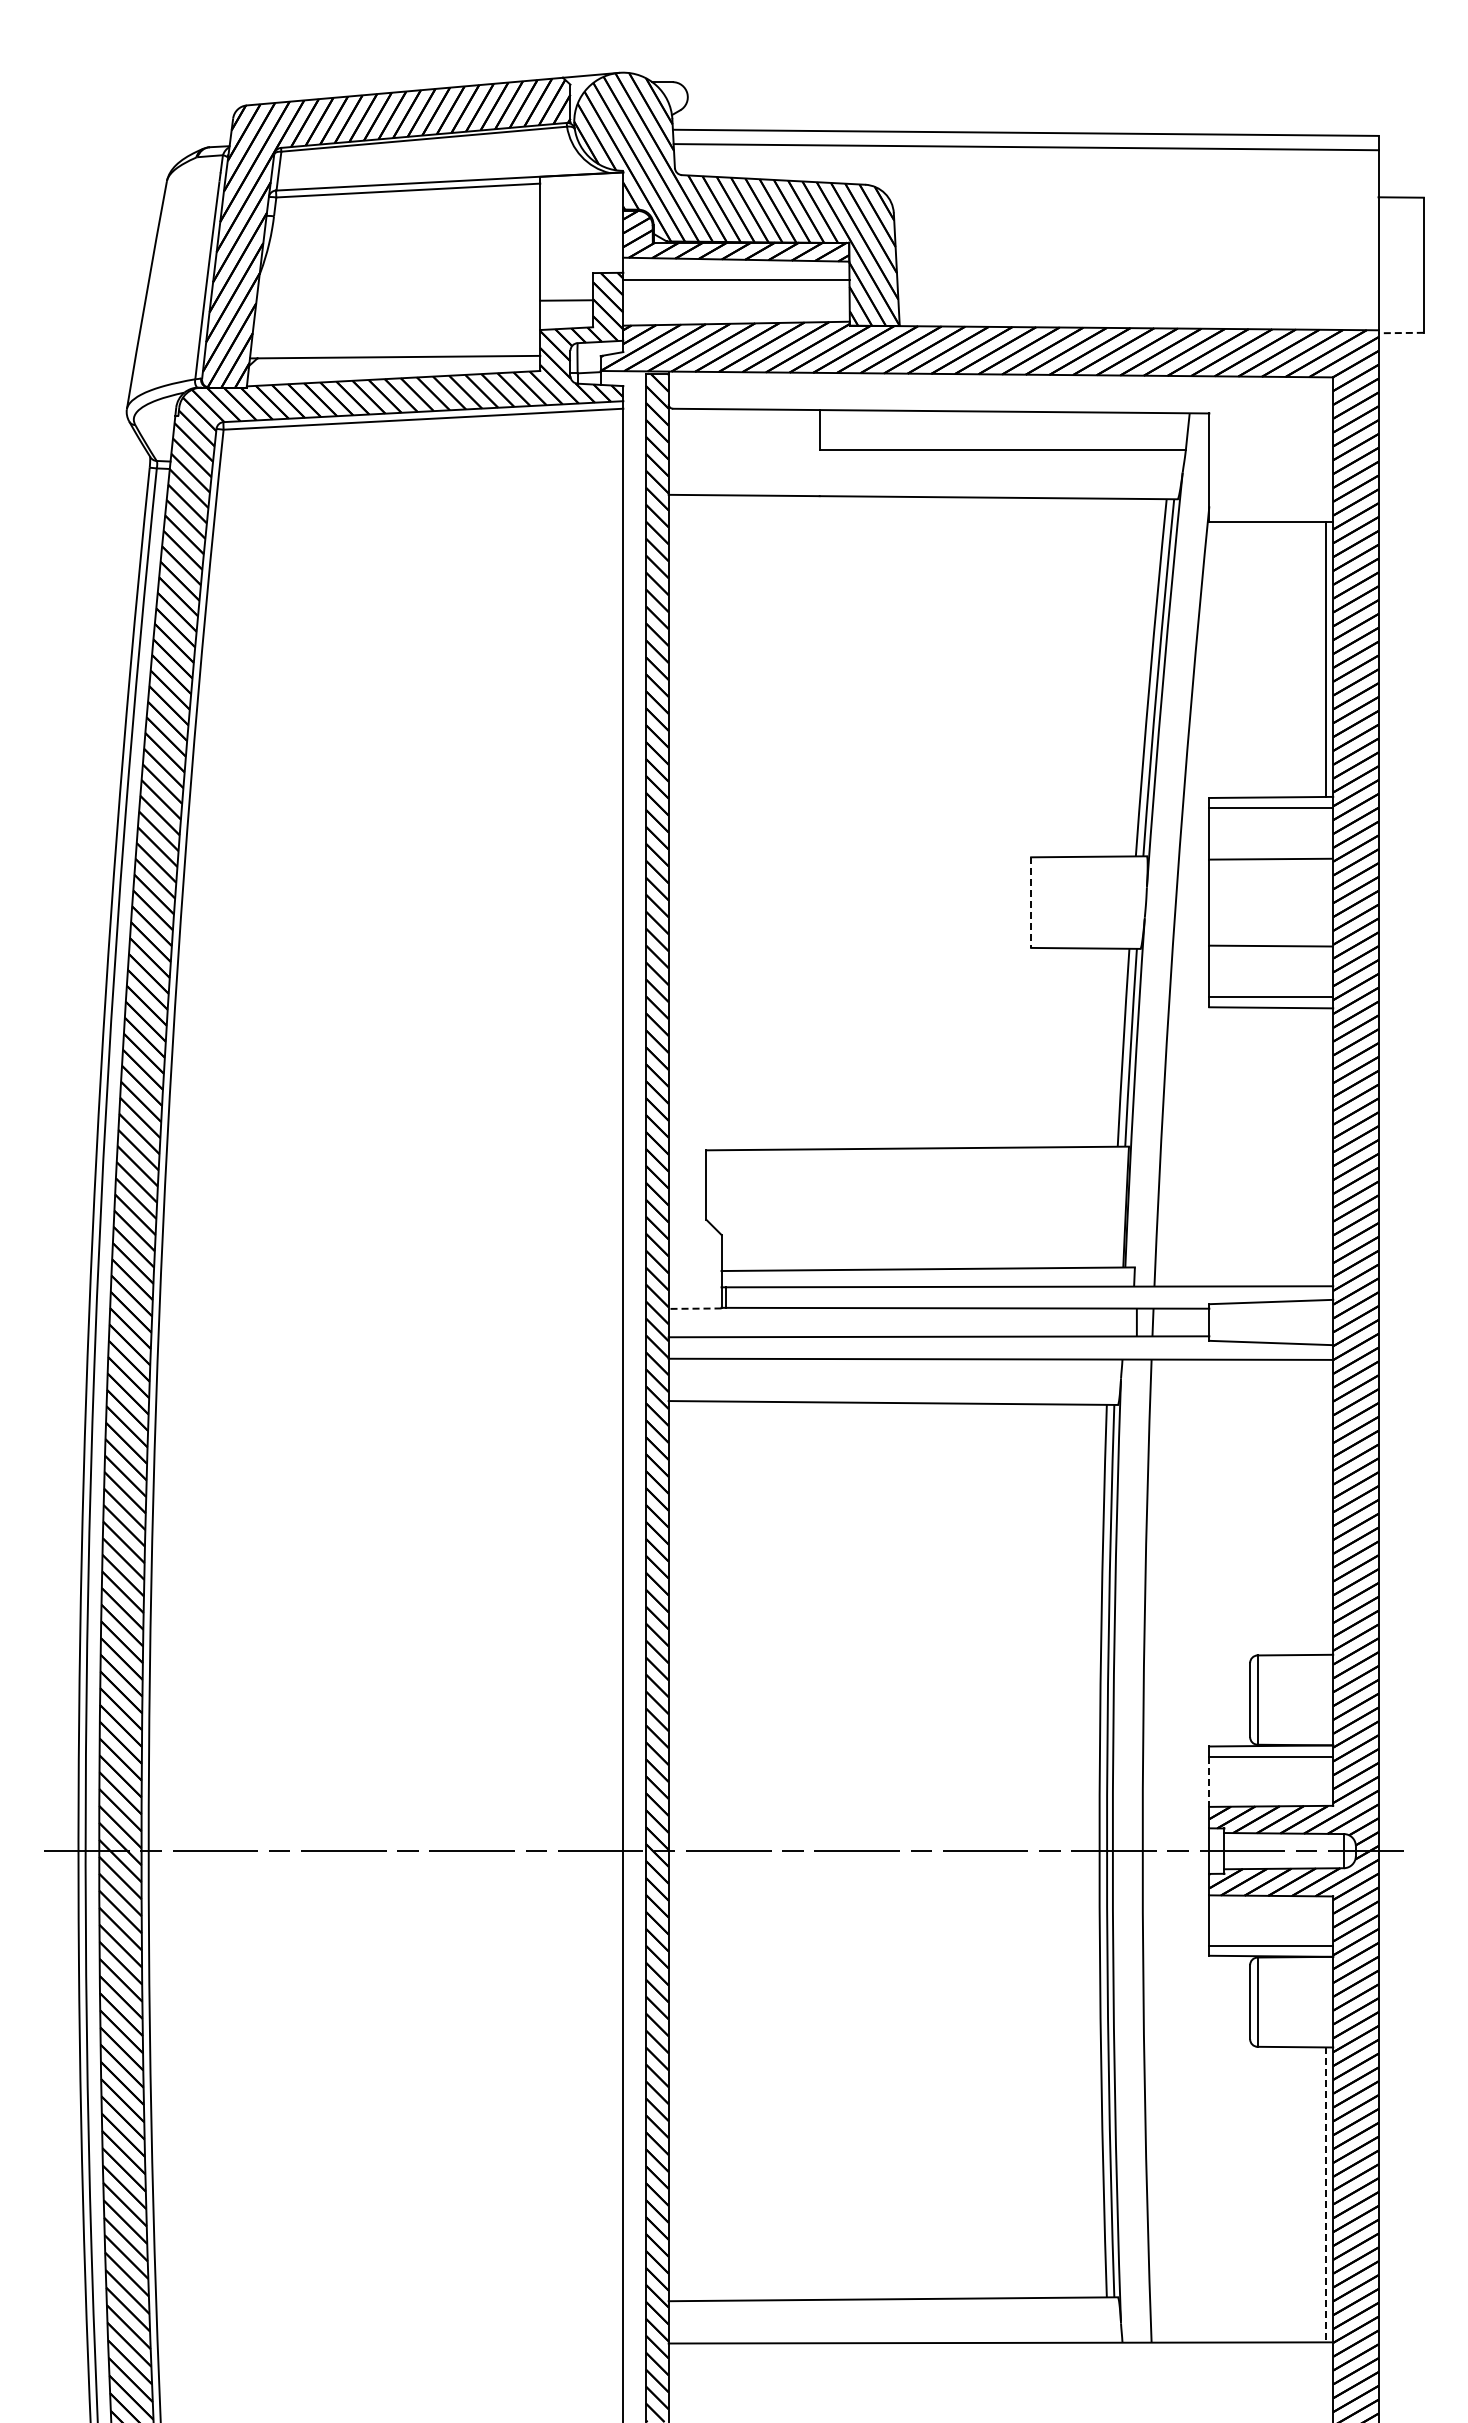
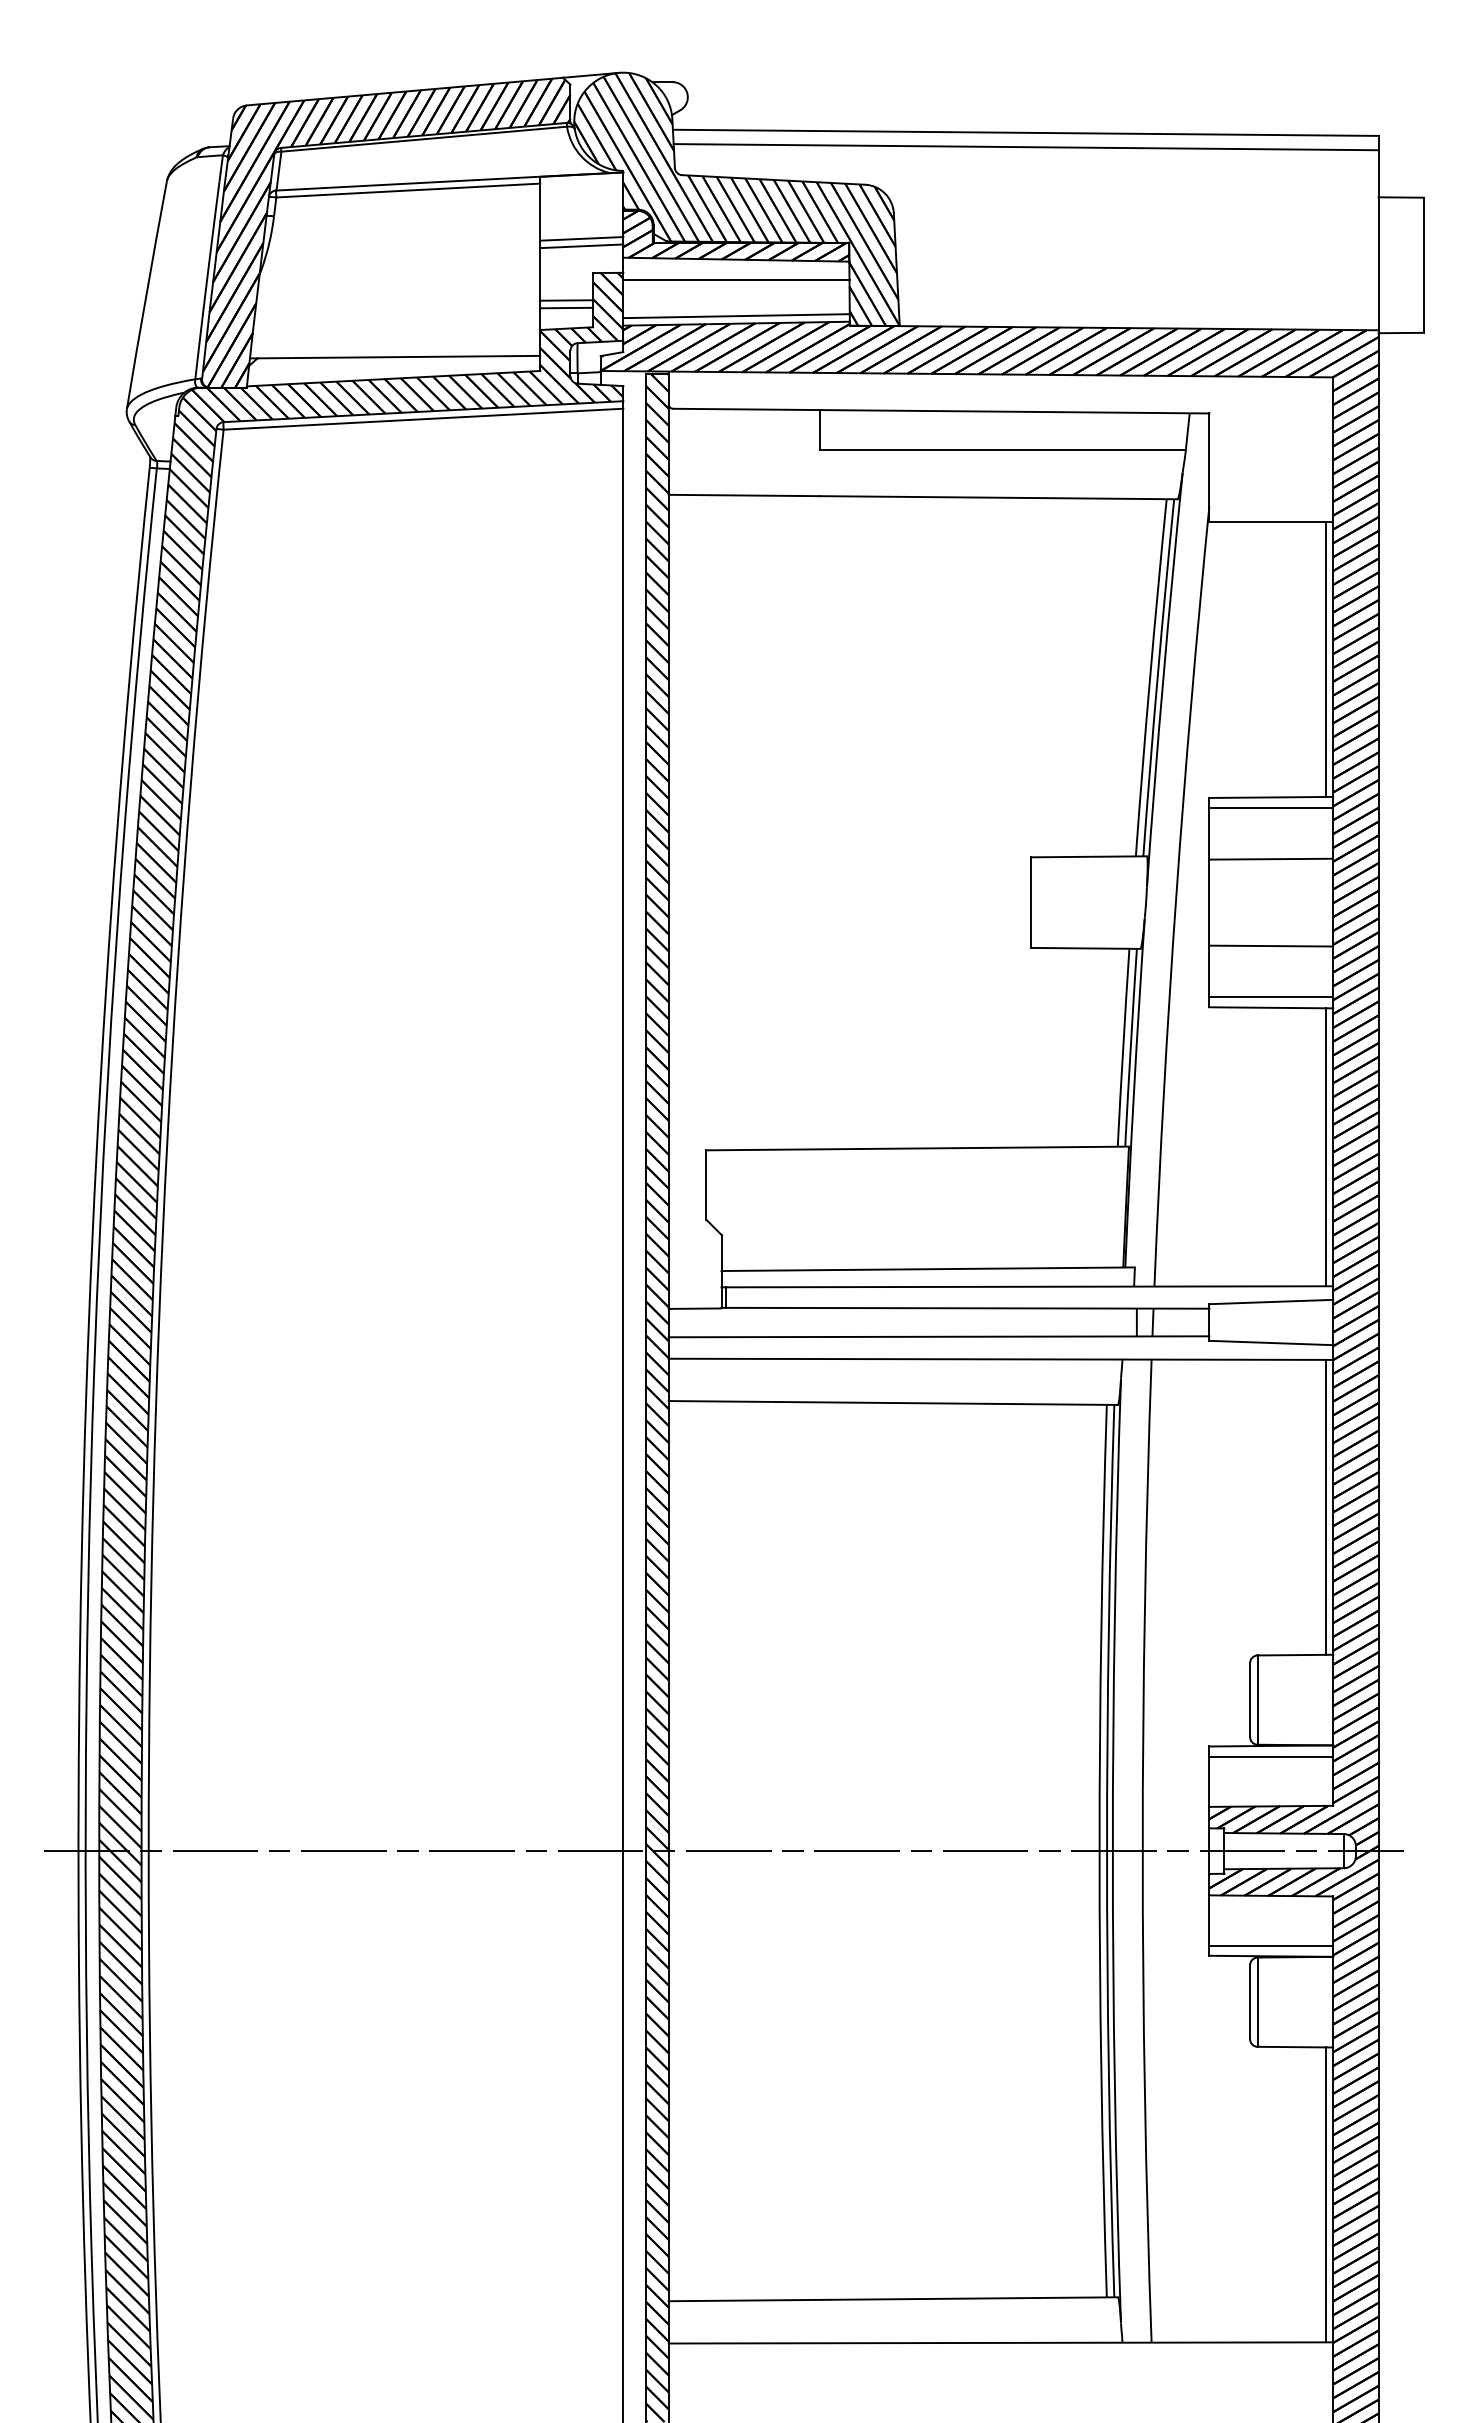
line at (581, 238): none -> present
line at (581, 246): none -> present
line at (566, 307): none -> present
line at (736, 316): none -> present
line at (1401, 333): dashed -> solid
line at (1031, 903): dashed -> solid
line at (1325, 1147): none -> present
line at (694, 1308): dashed -> solid
line at (1325, 1506): none -> present
line at (1209, 1782): dashed -> solid
line at (1325, 2195): dashed -> solid
